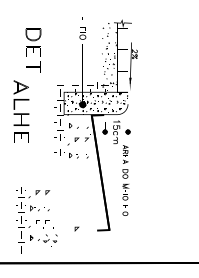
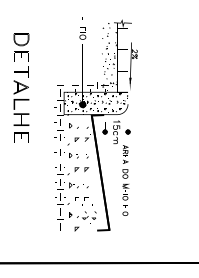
part at (33, 50) position: (33, 50) -> (21, 55)
part at (36, 220) position: (36, 220) -> (75, 197)
